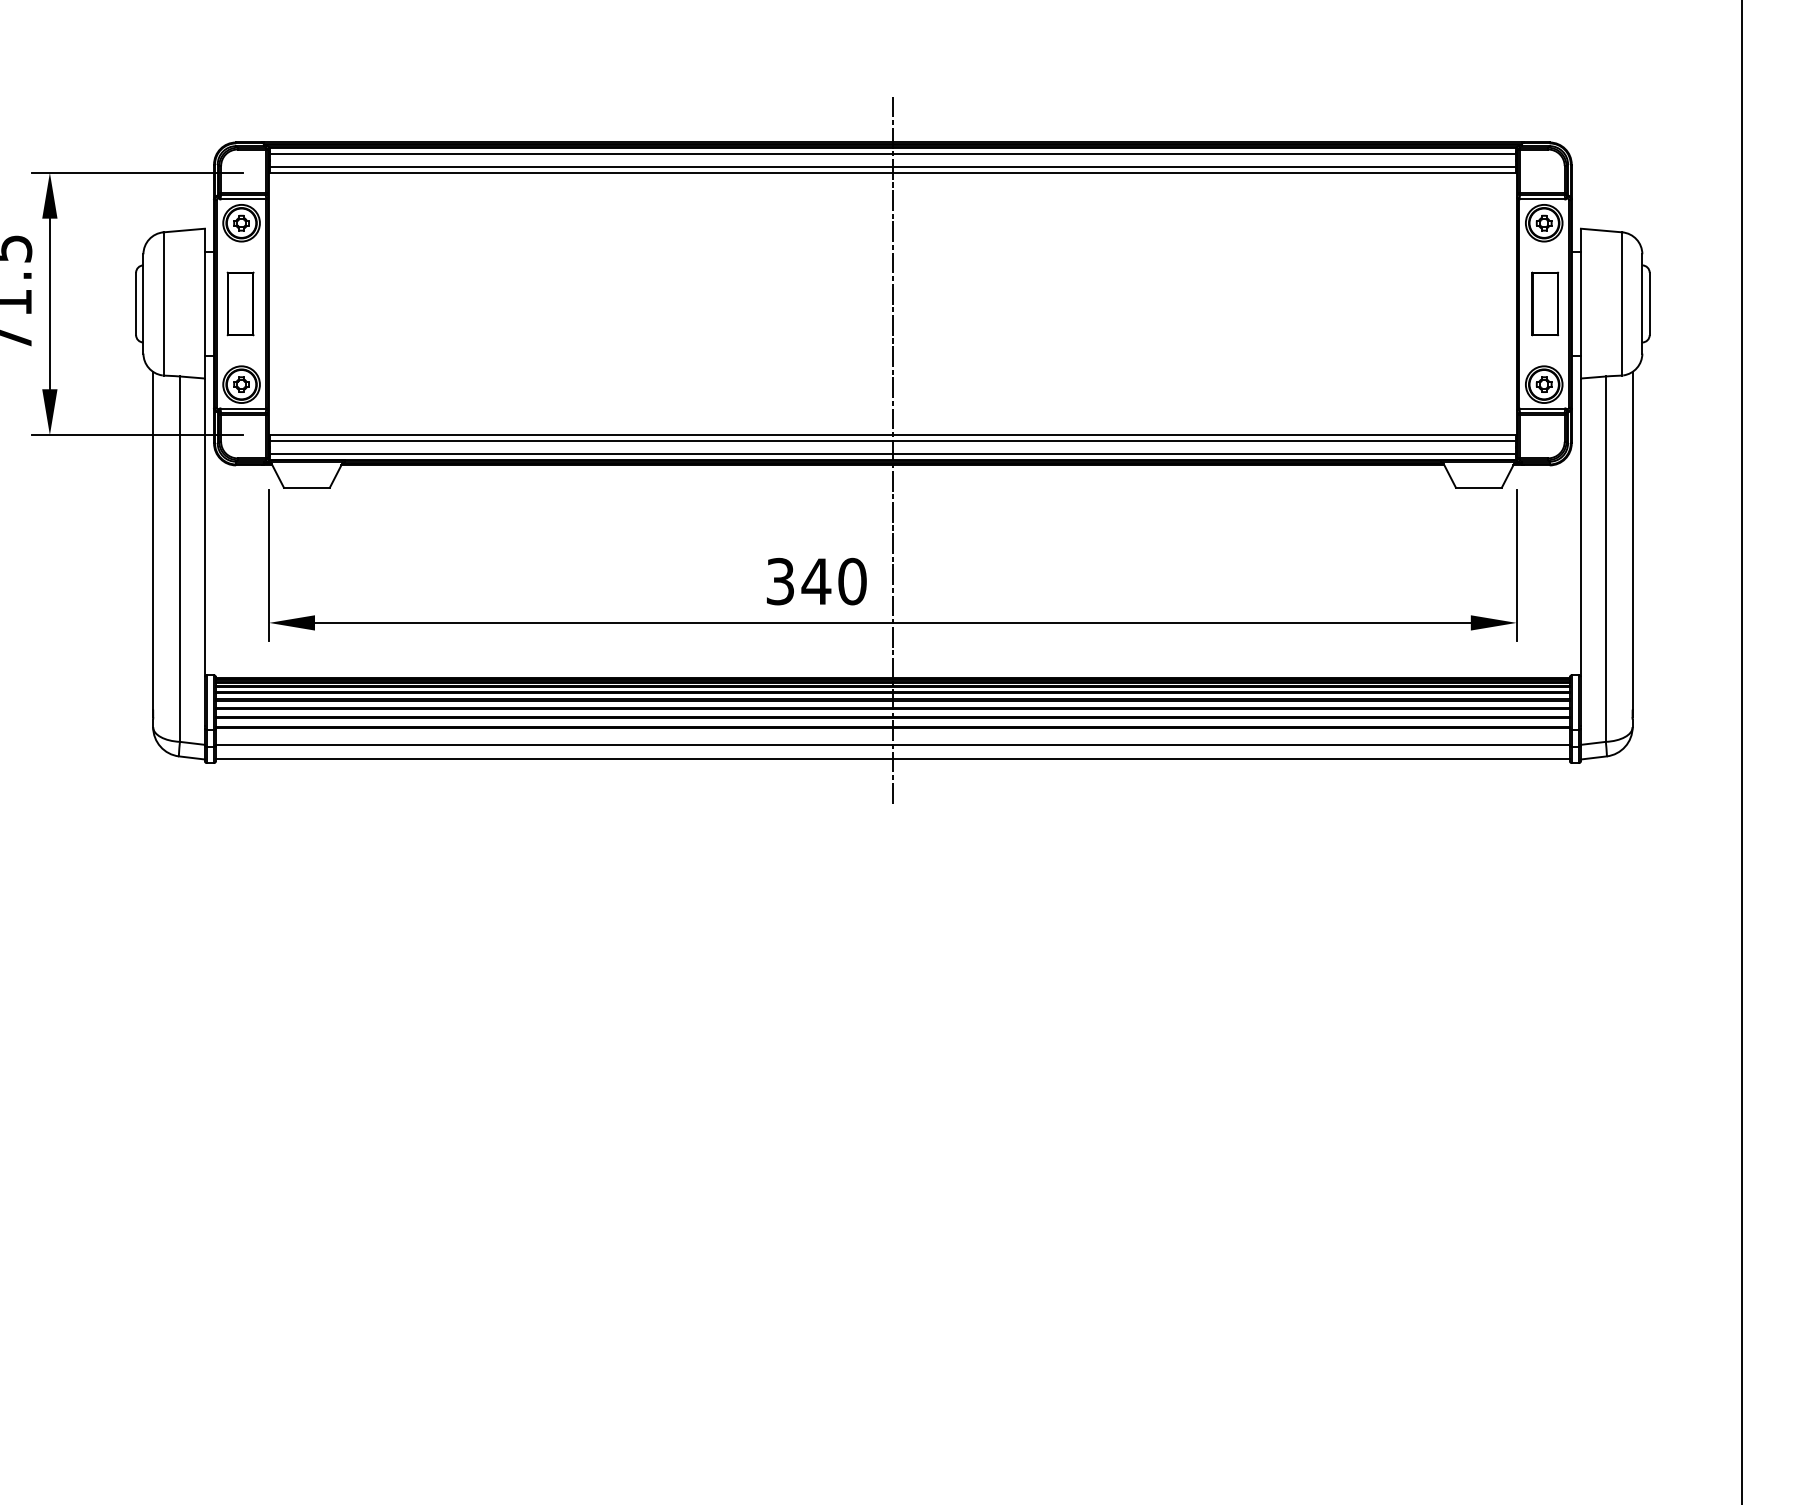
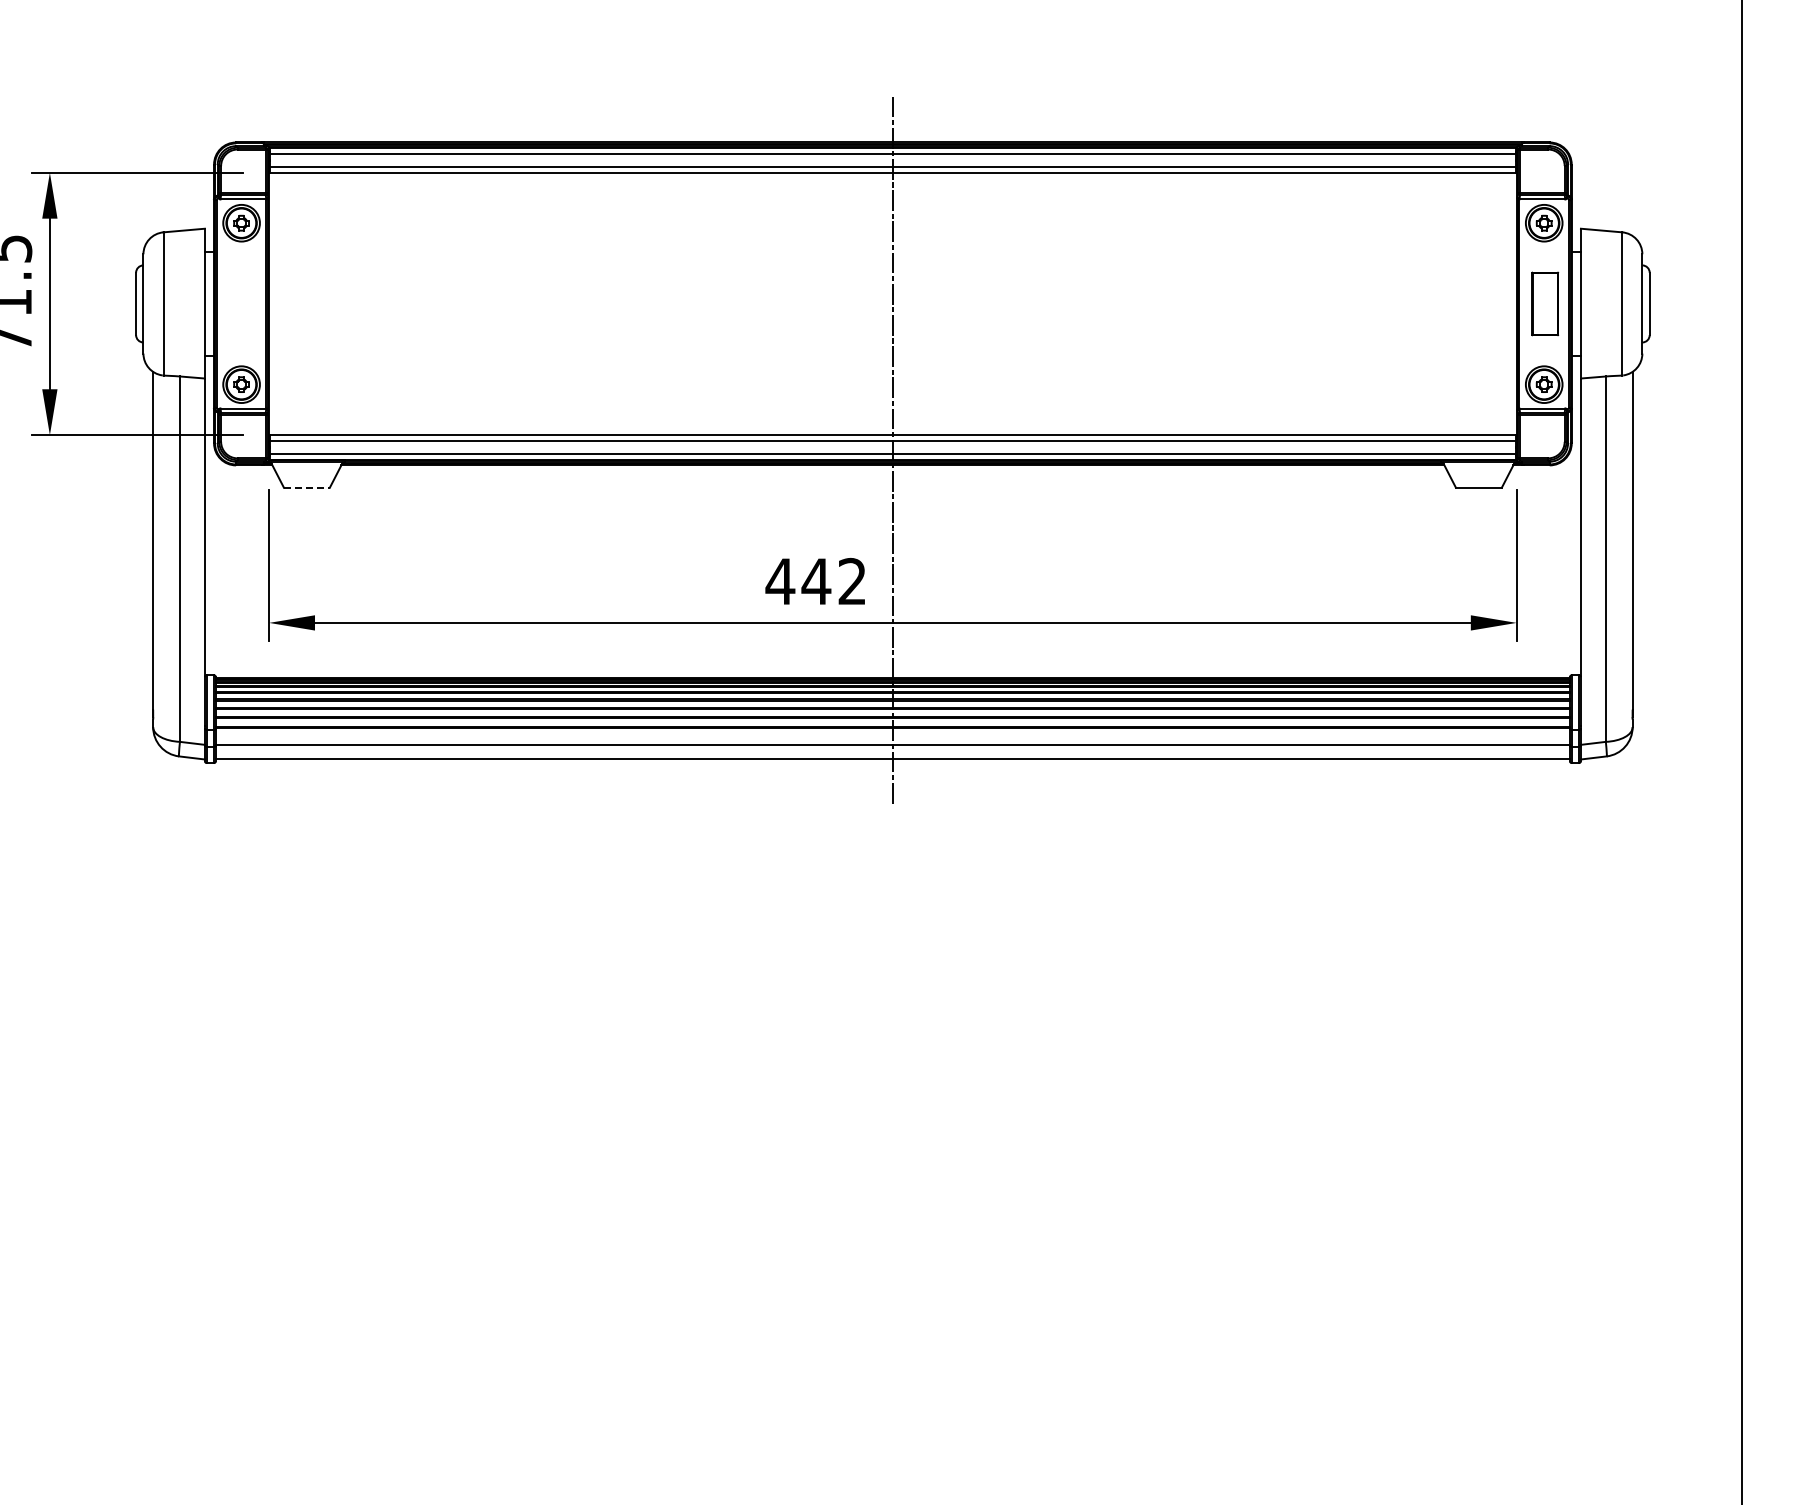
part at (240, 303): present -> none
line at (306, 487): solid -> dashed
text at (815, 581): 340 -> 442
